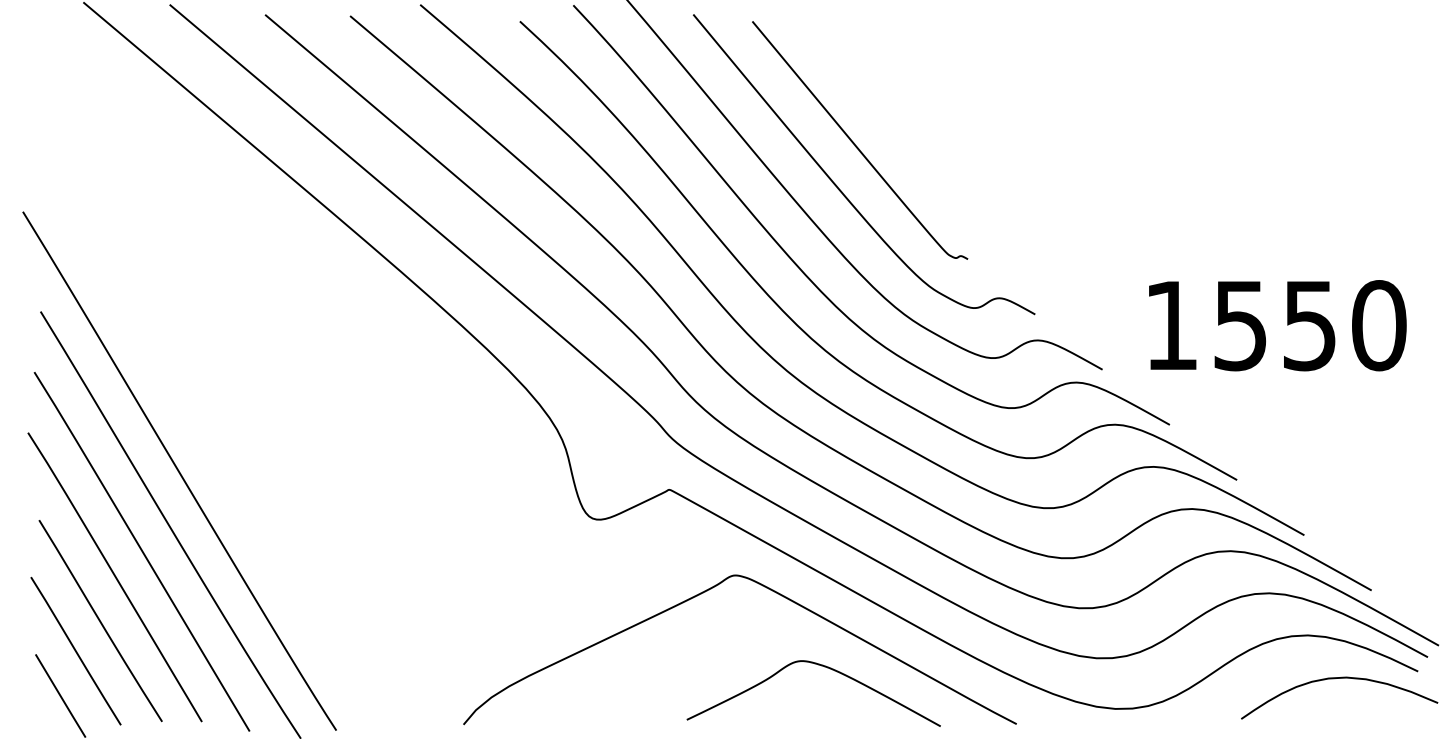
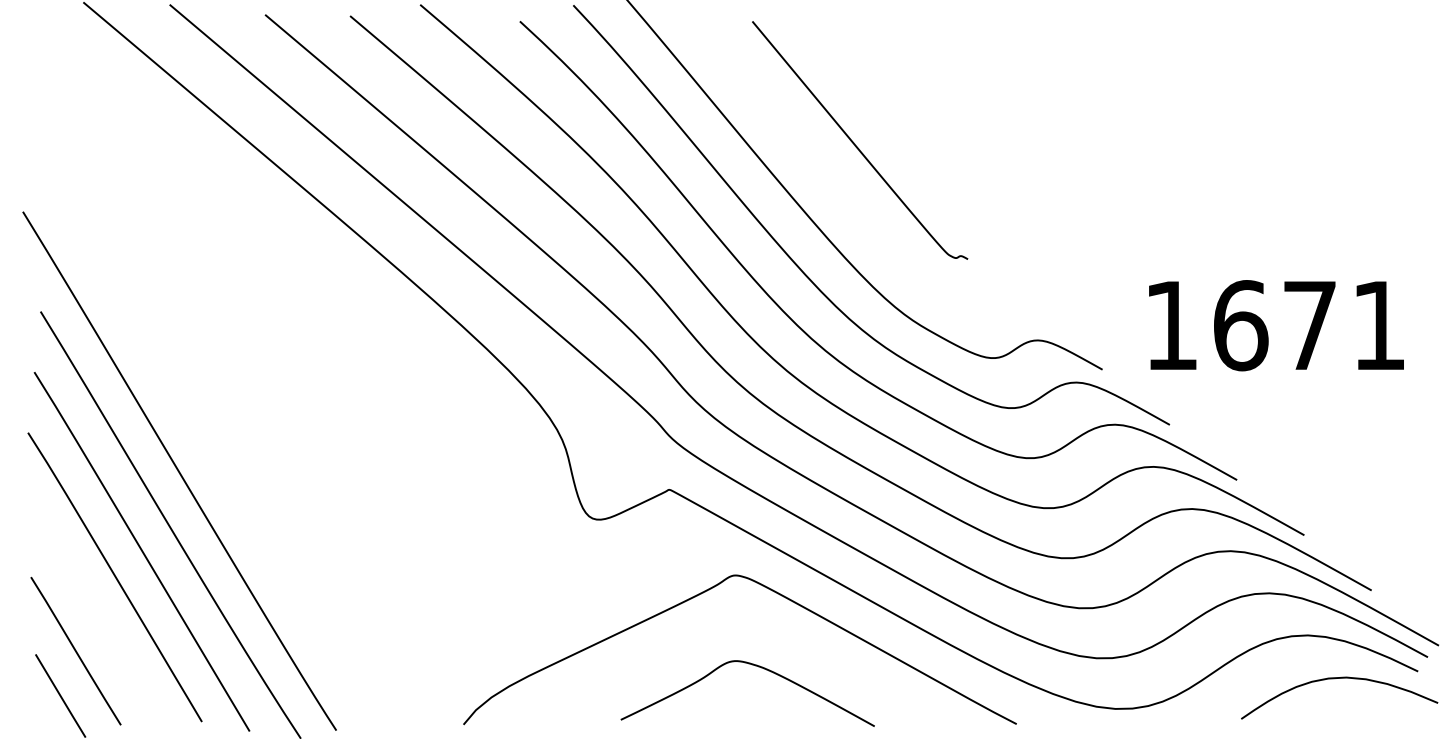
curve at (837, 185): present -> none
text at (1310, 325): 1550 -> 1671
curve at (100, 621): present -> none
curve at (821, 666) position: (821, 666) -> (755, 666)
